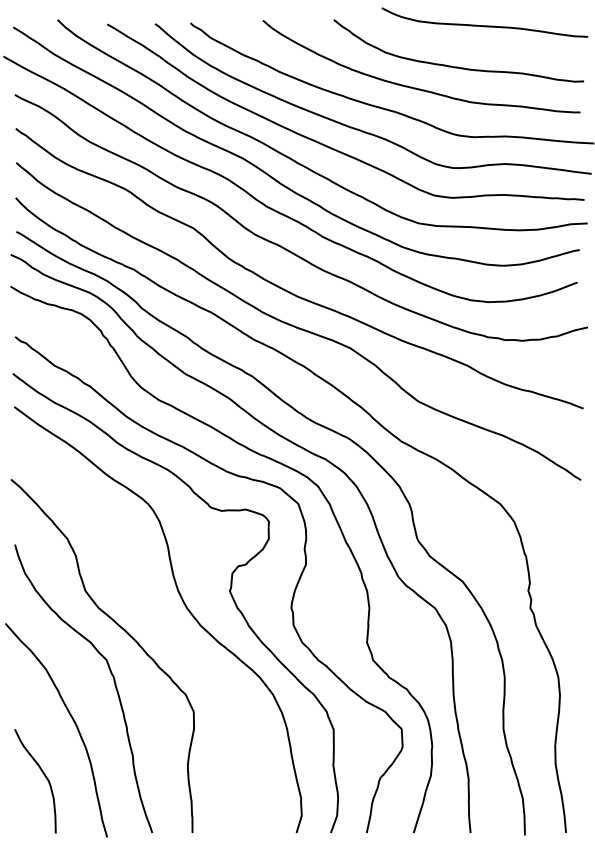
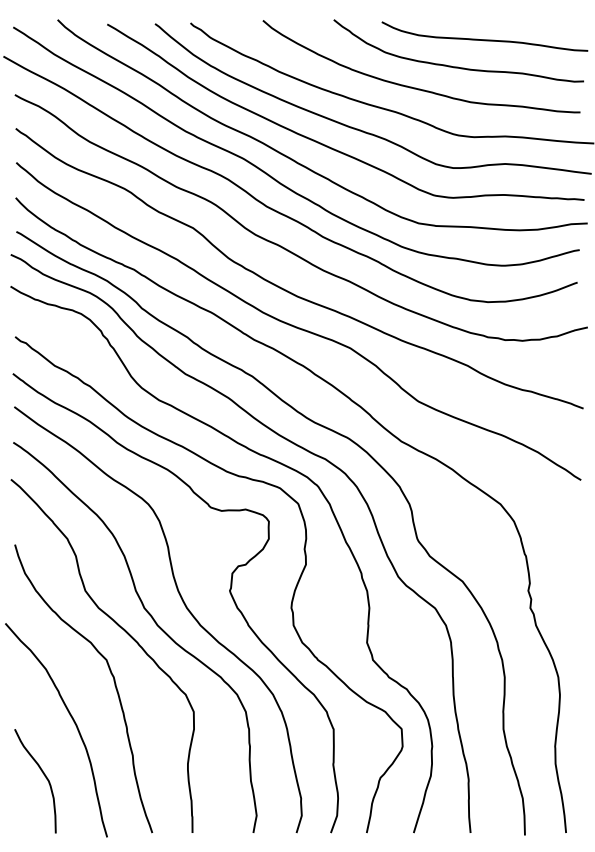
curve at (484, 25) position: (484, 25) -> (484, 39)
curve at (155, 624): none -> present
